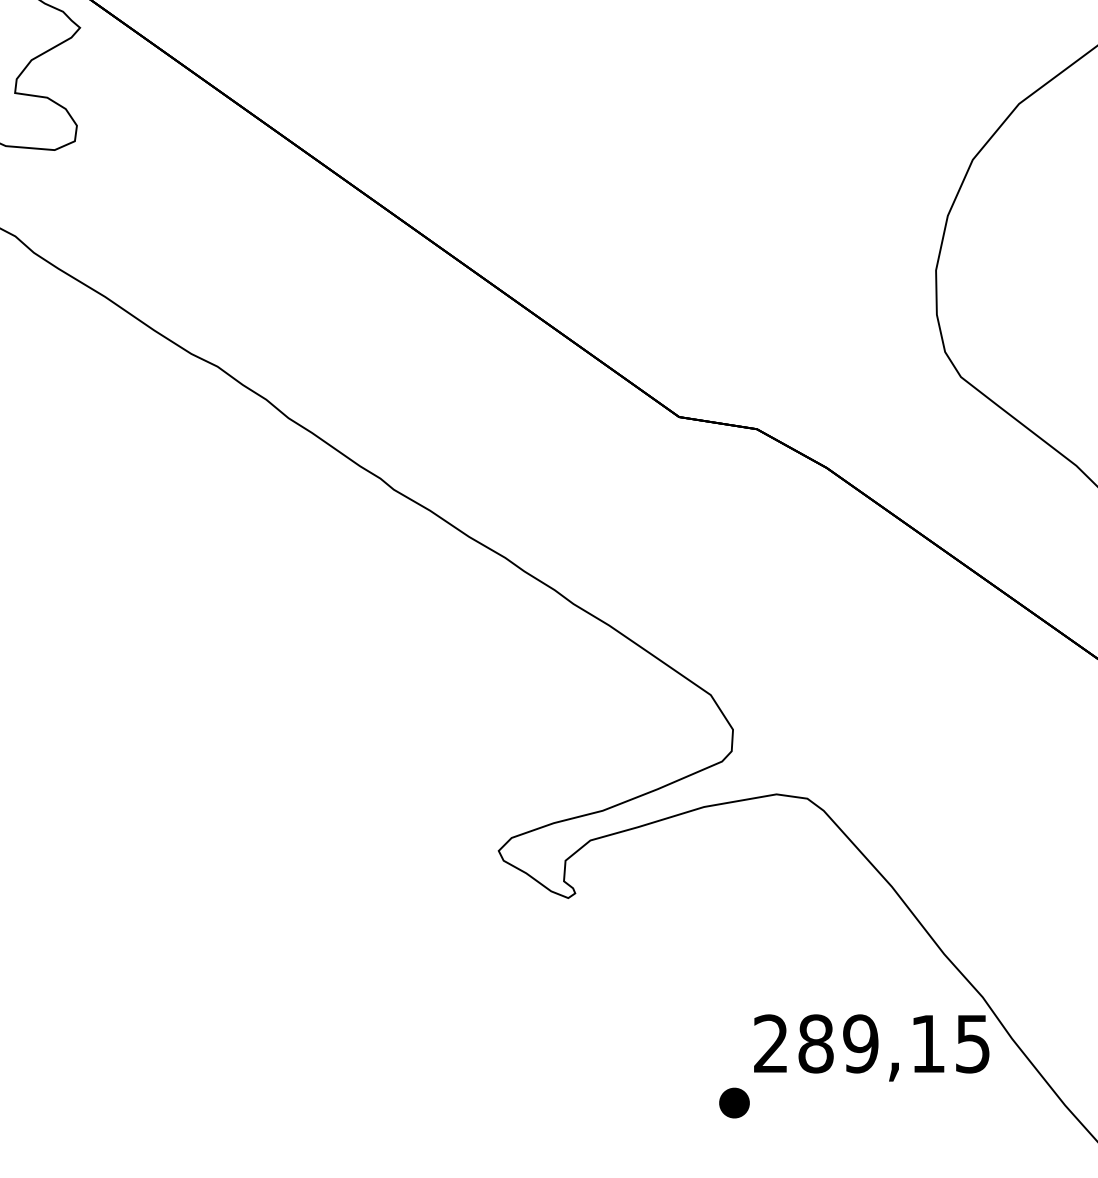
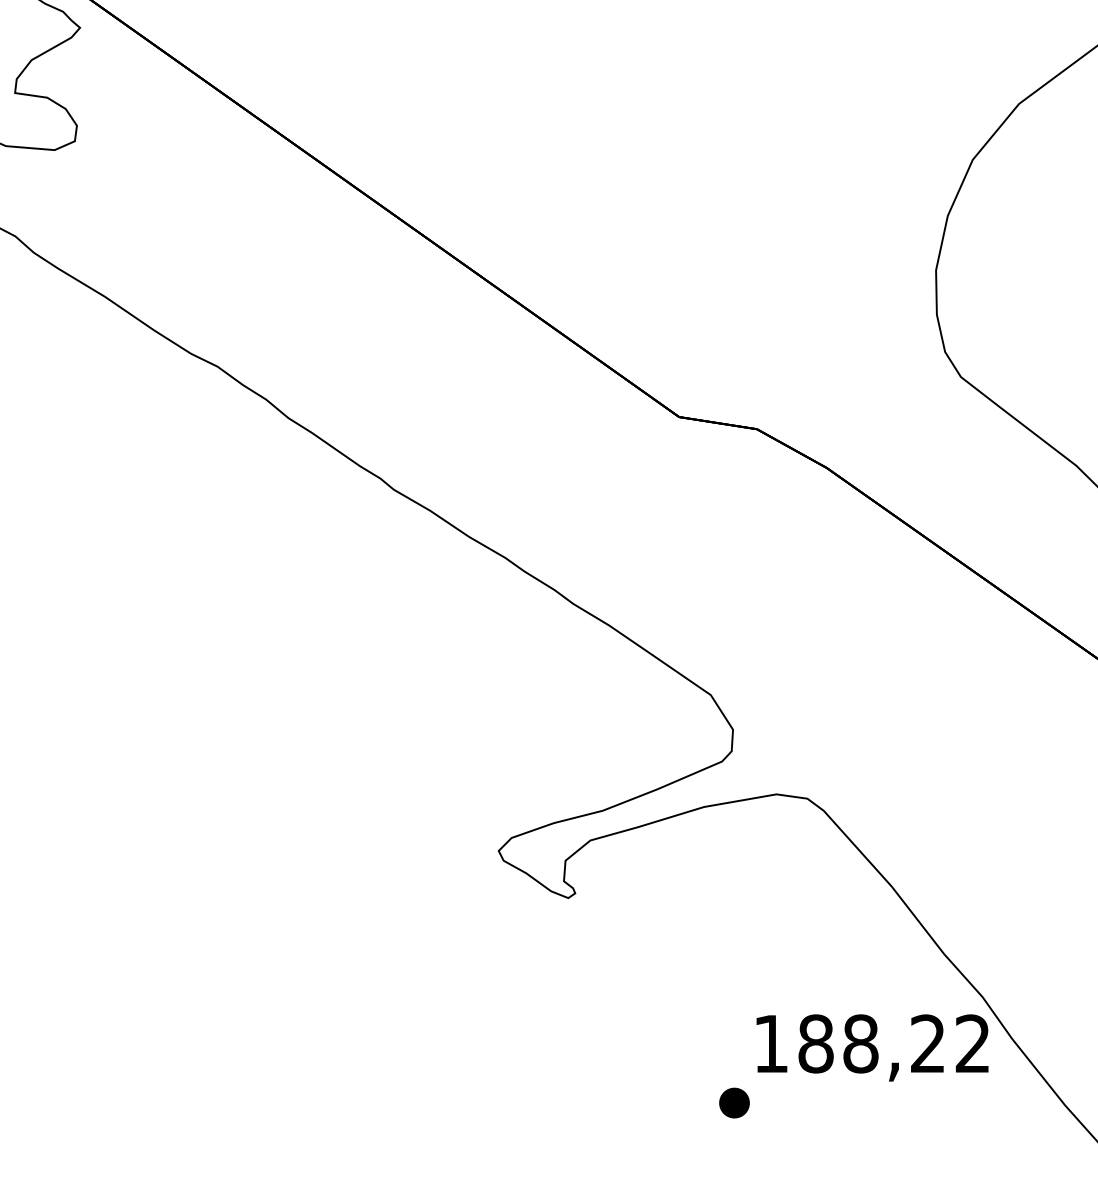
text at (871, 1043): 289,15 -> 188,22
